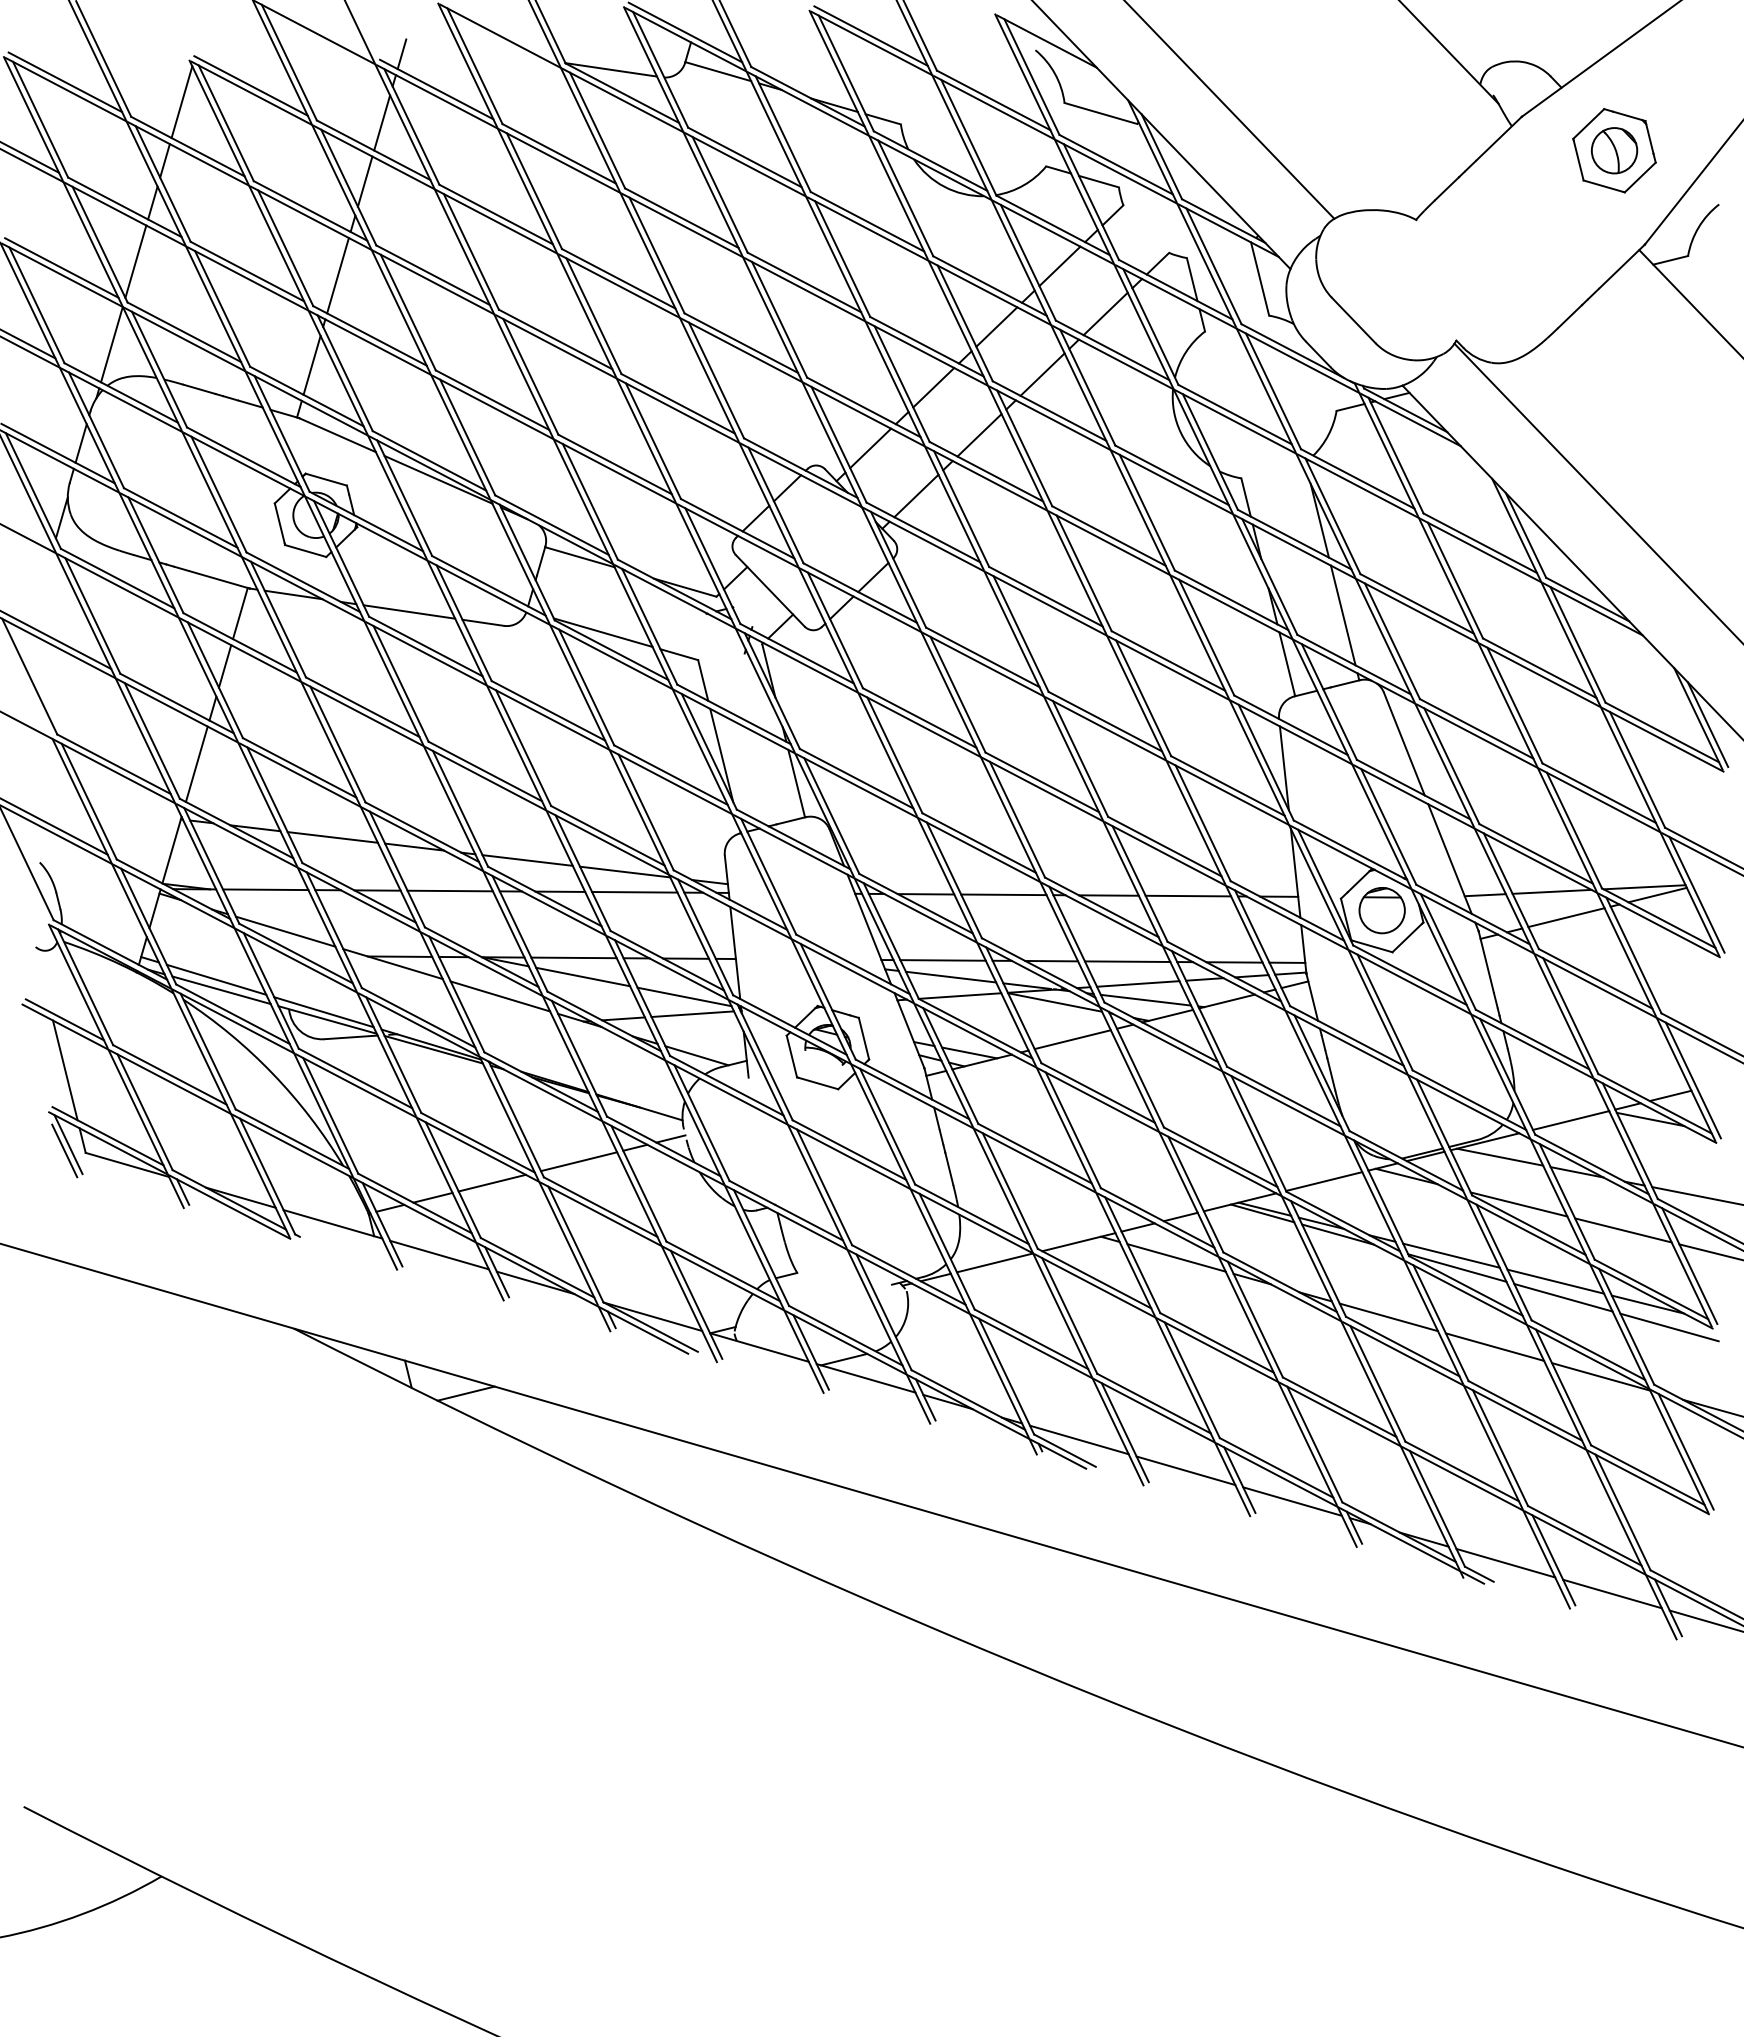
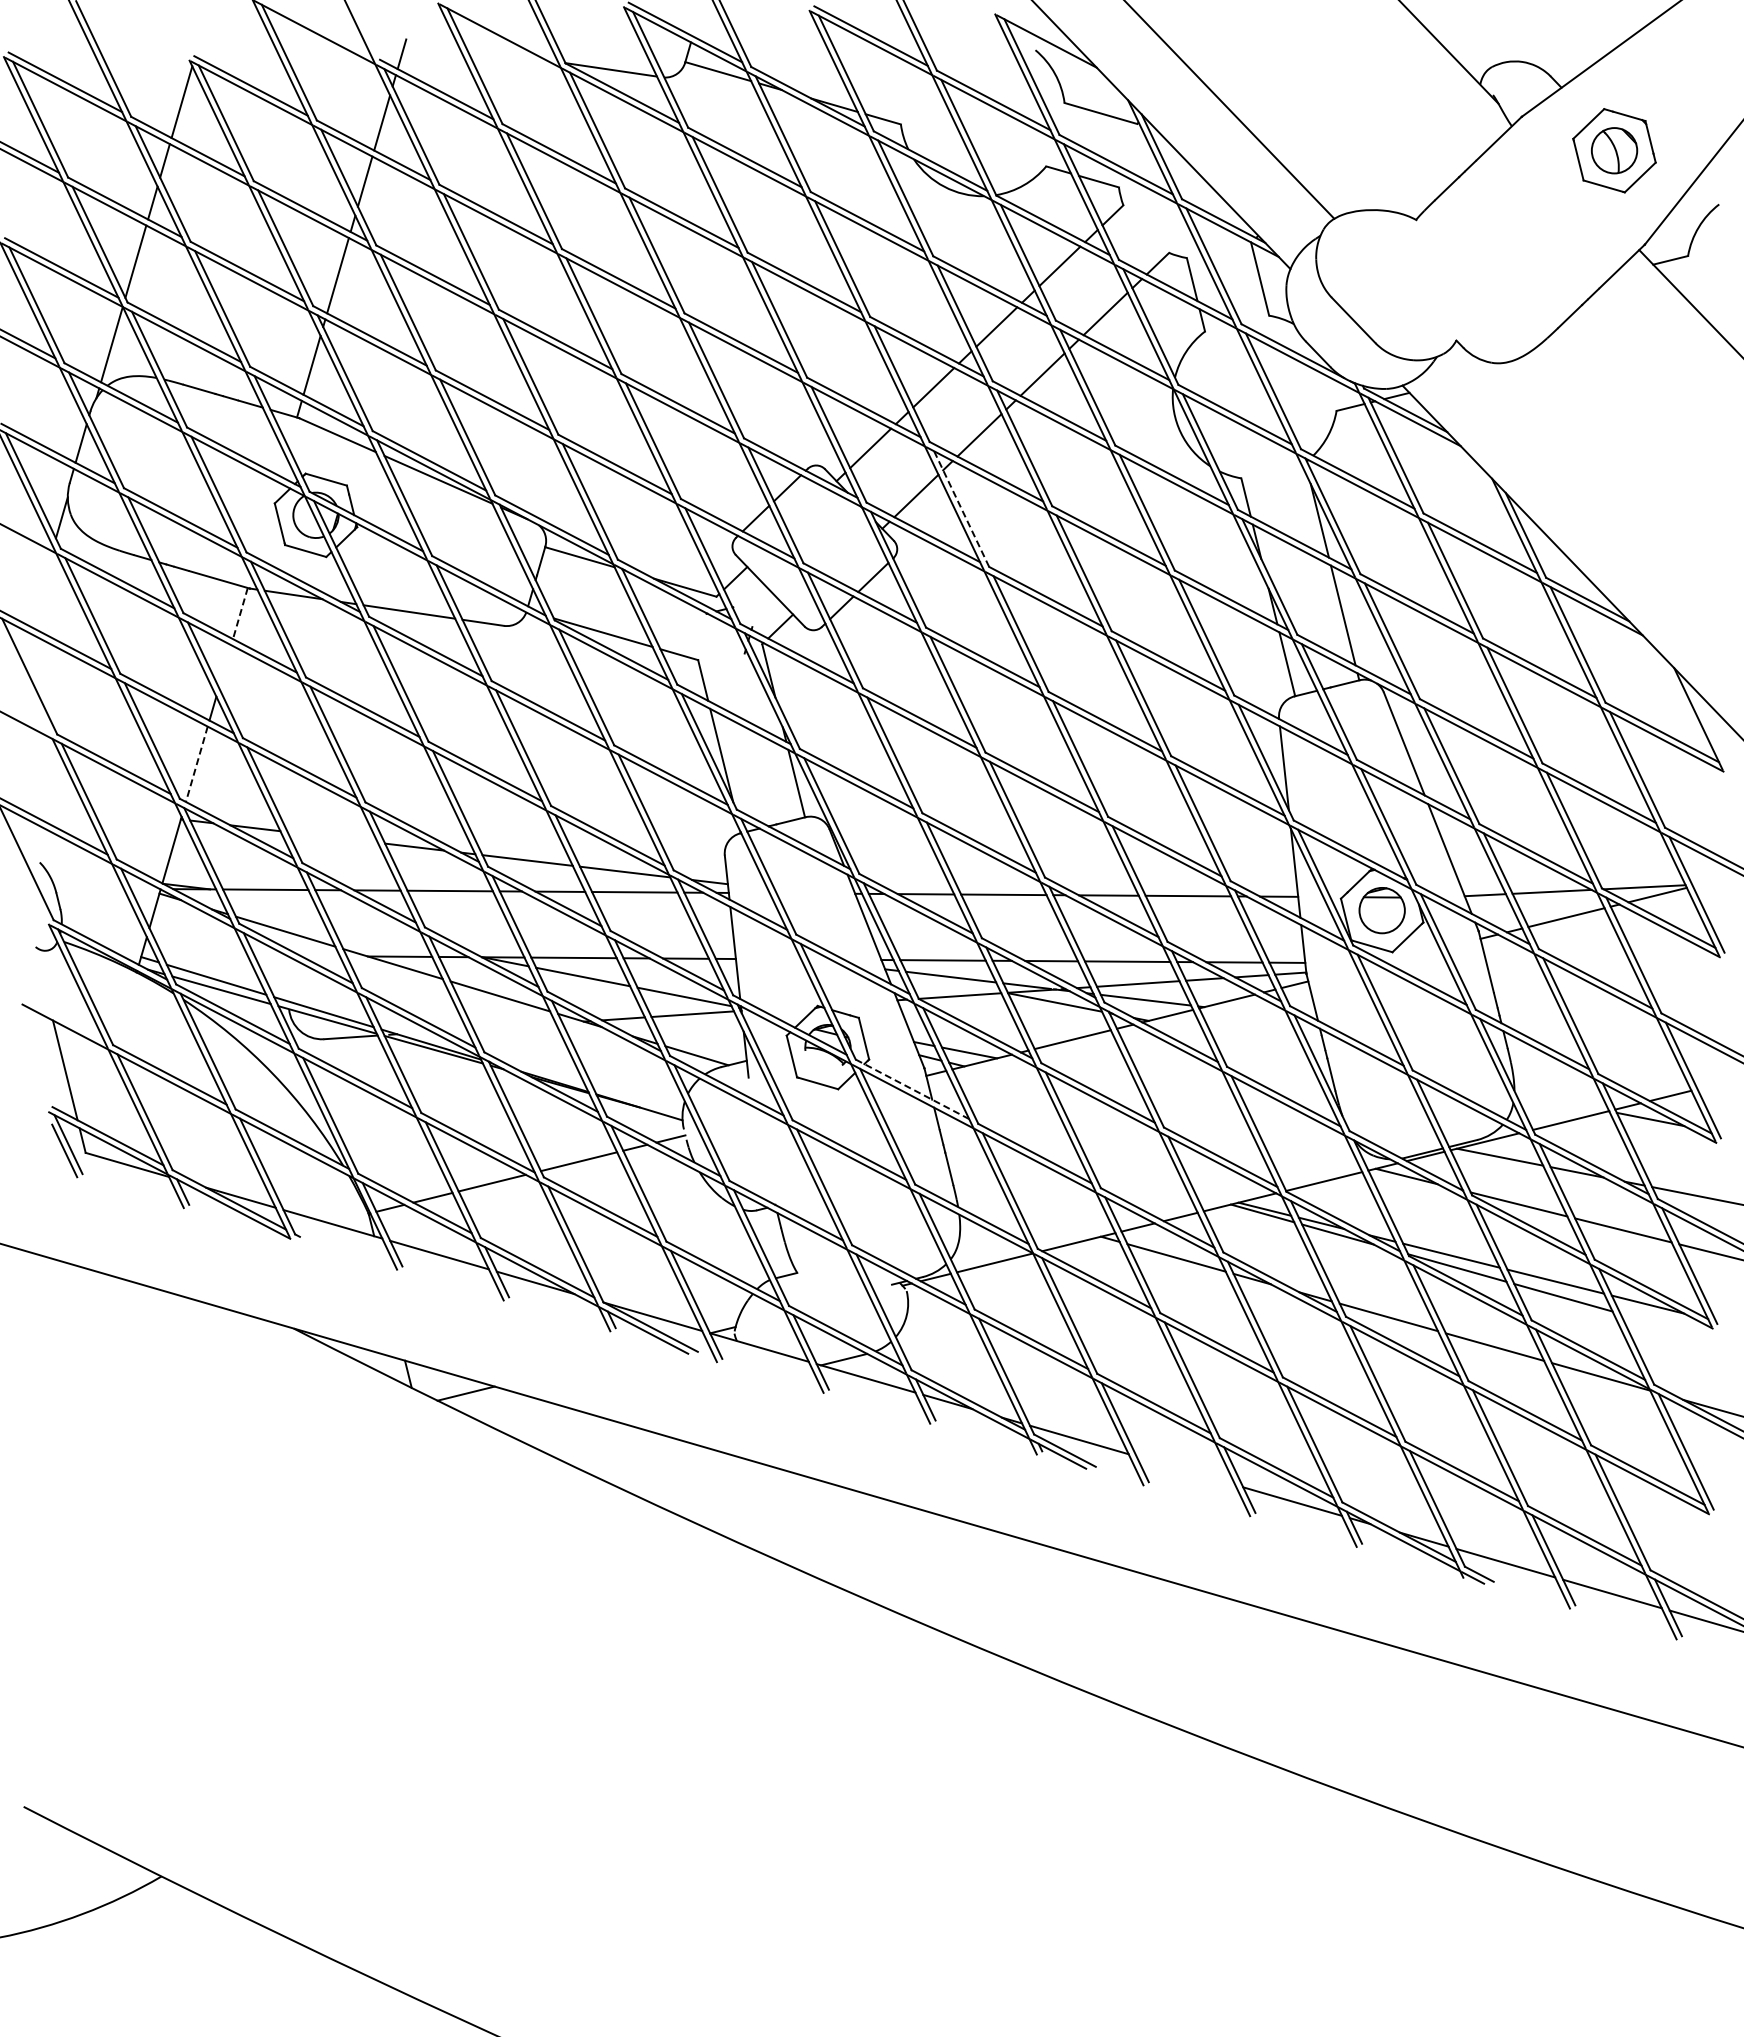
line at (1597, 492): present -> none
line at (961, 508): solid -> dashed
line at (240, 613): solid -> dashed
line at (224, 666): present -> none
line at (1707, 724): present -> none
line at (196, 764): solid -> dashed
line at (332, 837): present -> none
line at (64, 1019): present -> none
line at (912, 1089): solid -> dashed
line at (1669, 1327): present -> none
line at (1185, 1470): present -> none
